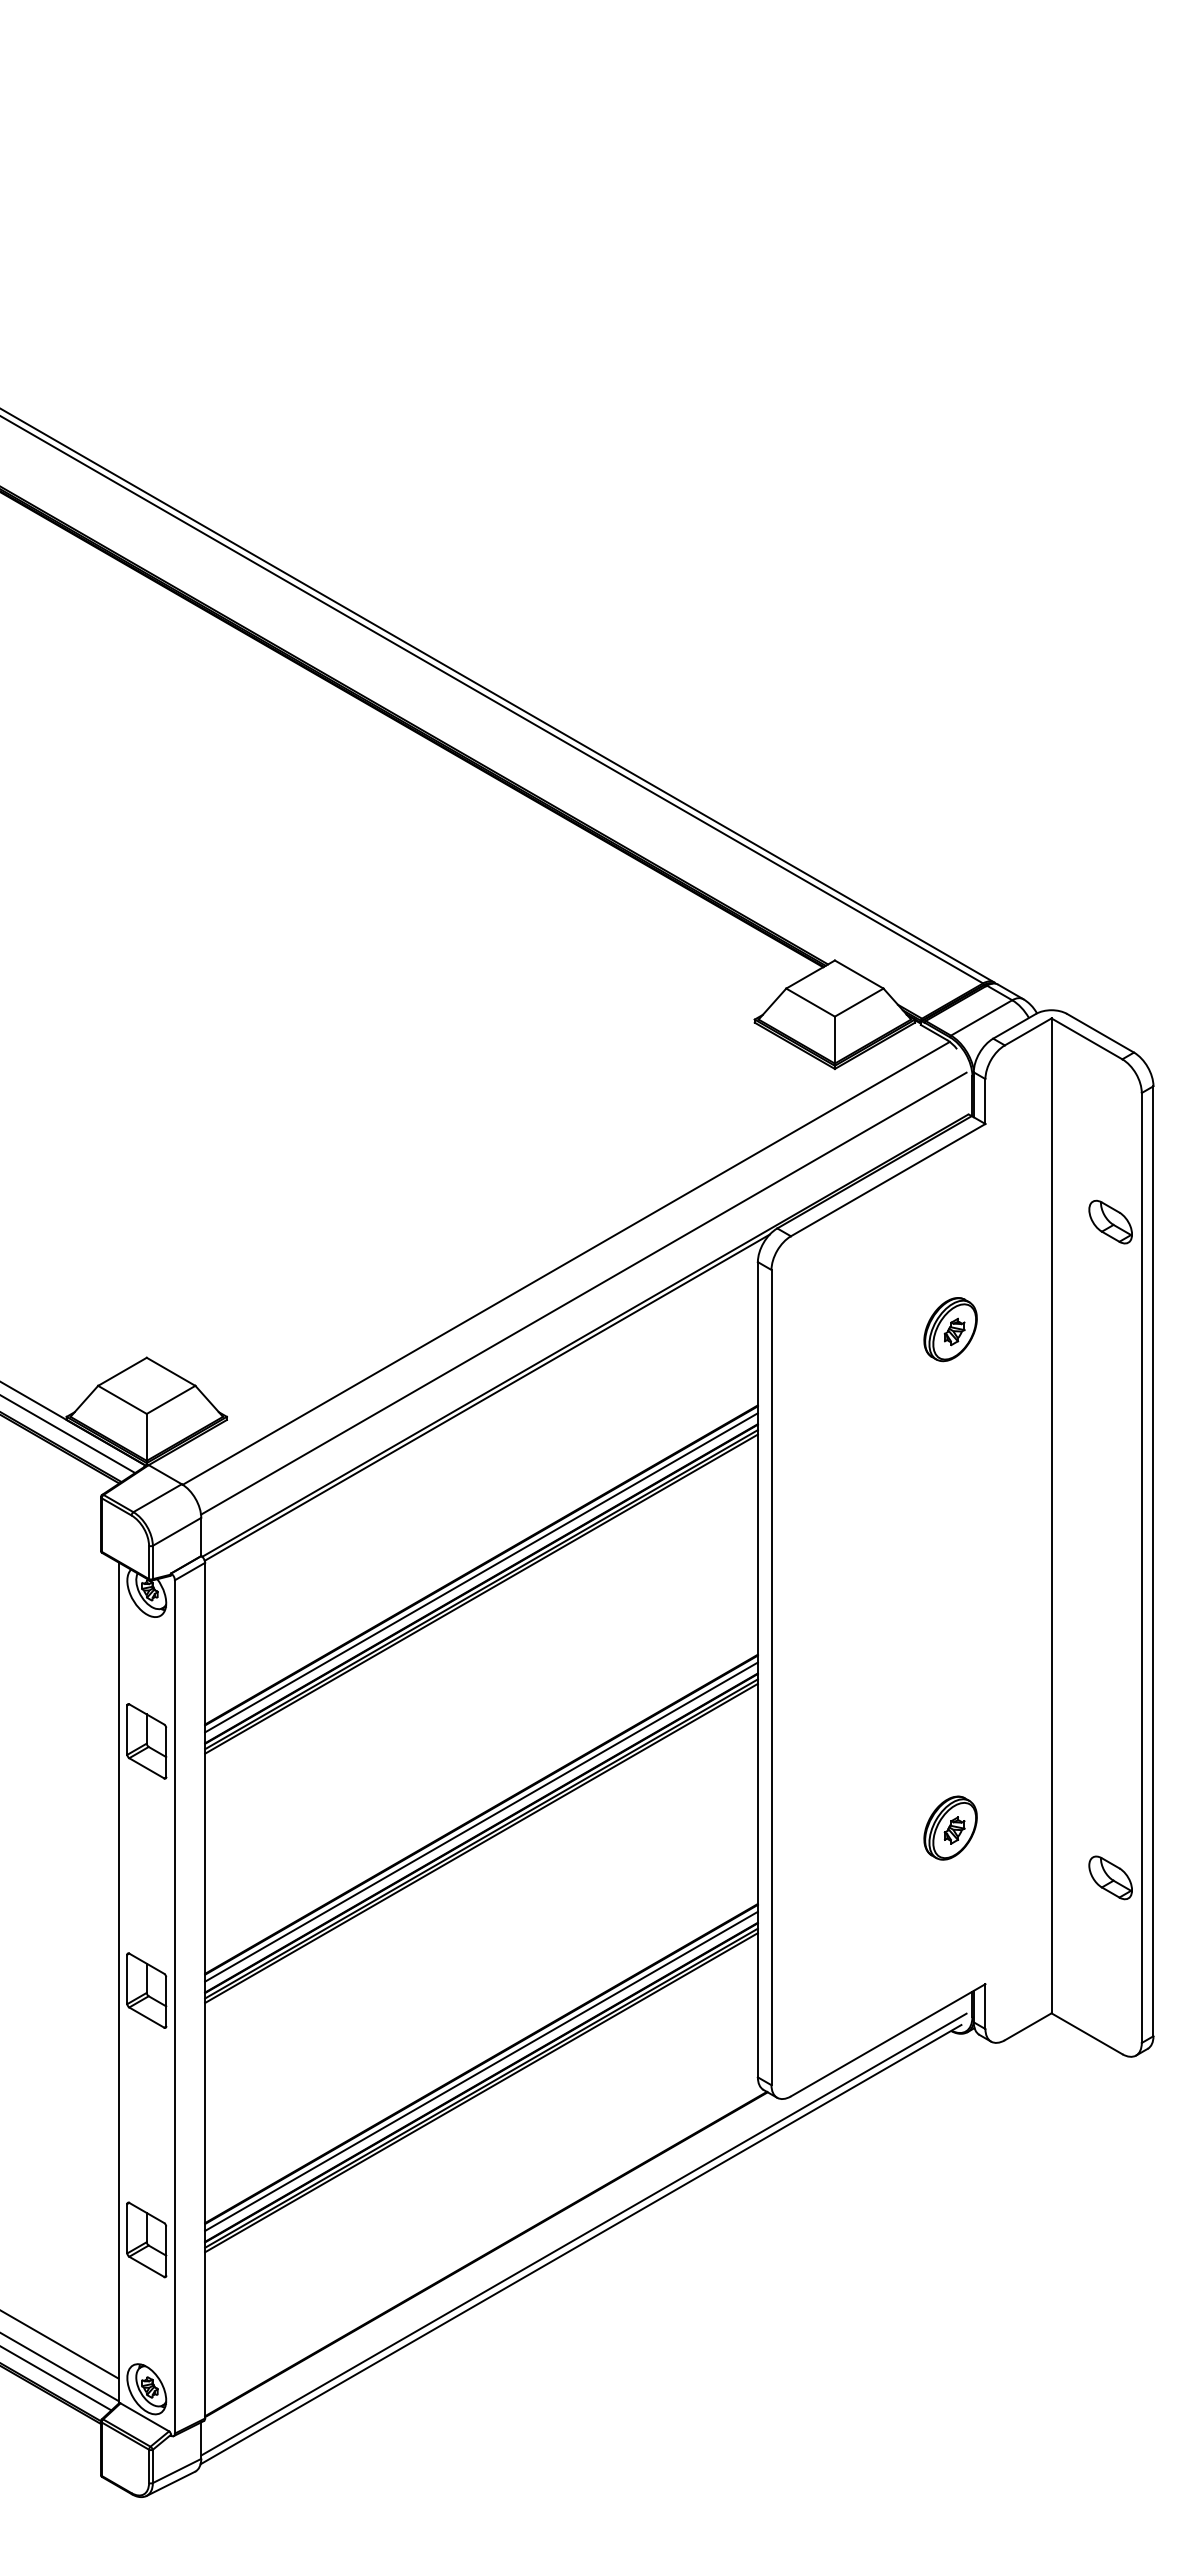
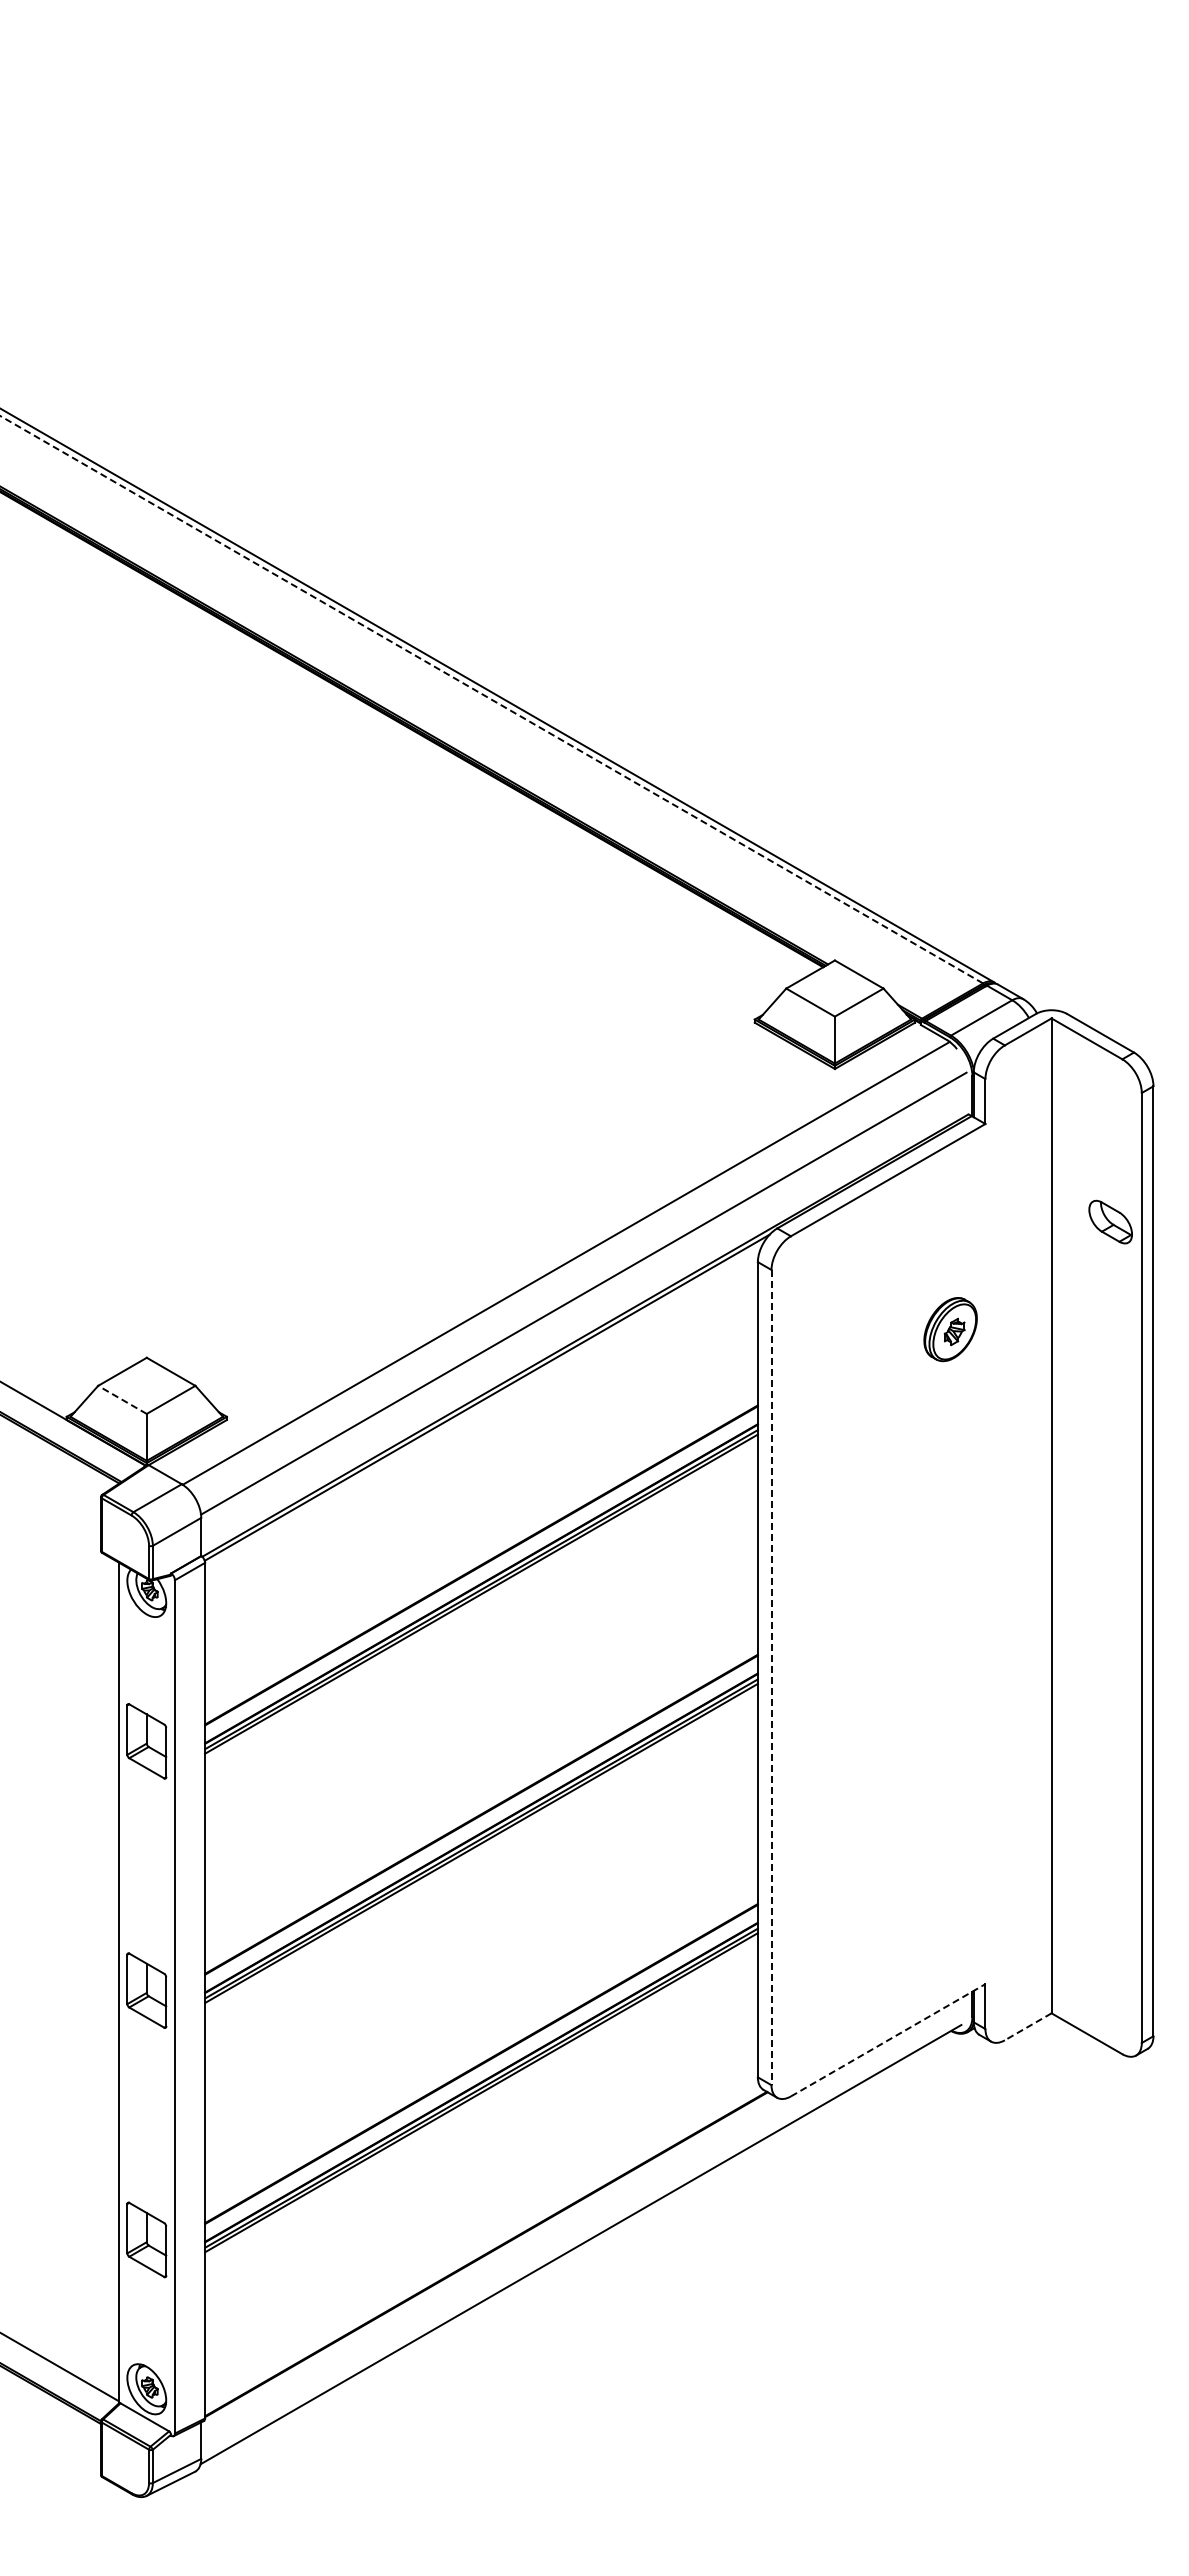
line at (491, 699): solid -> dashed
line at (122, 1399): solid -> dashed
line at (68, 1434): present -> none
line at (481, 1572): present -> none
line at (771, 1677): solid -> dashed
line at (481, 1821): present -> none
part at (950, 1827): present -> none
part at (1110, 1877): present -> none
line at (1028, 2026): solid -> dashed
line at (888, 2040): solid -> dashed
line at (481, 2070): present -> none
line at (583, 2234): present -> none
line at (60, 2344): present -> none
line at (56, 2378): present -> none
